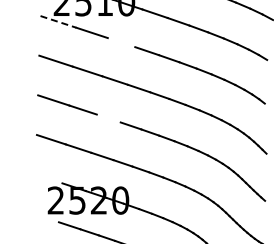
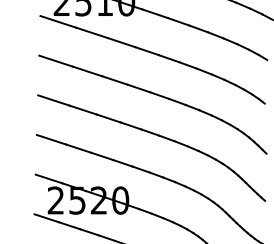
line at (58, 21): dashed -> solid
line at (121, 42): none -> present
line at (108, 118): none -> present
line at (48, 178): none -> present
line at (46, 218): none -> present
